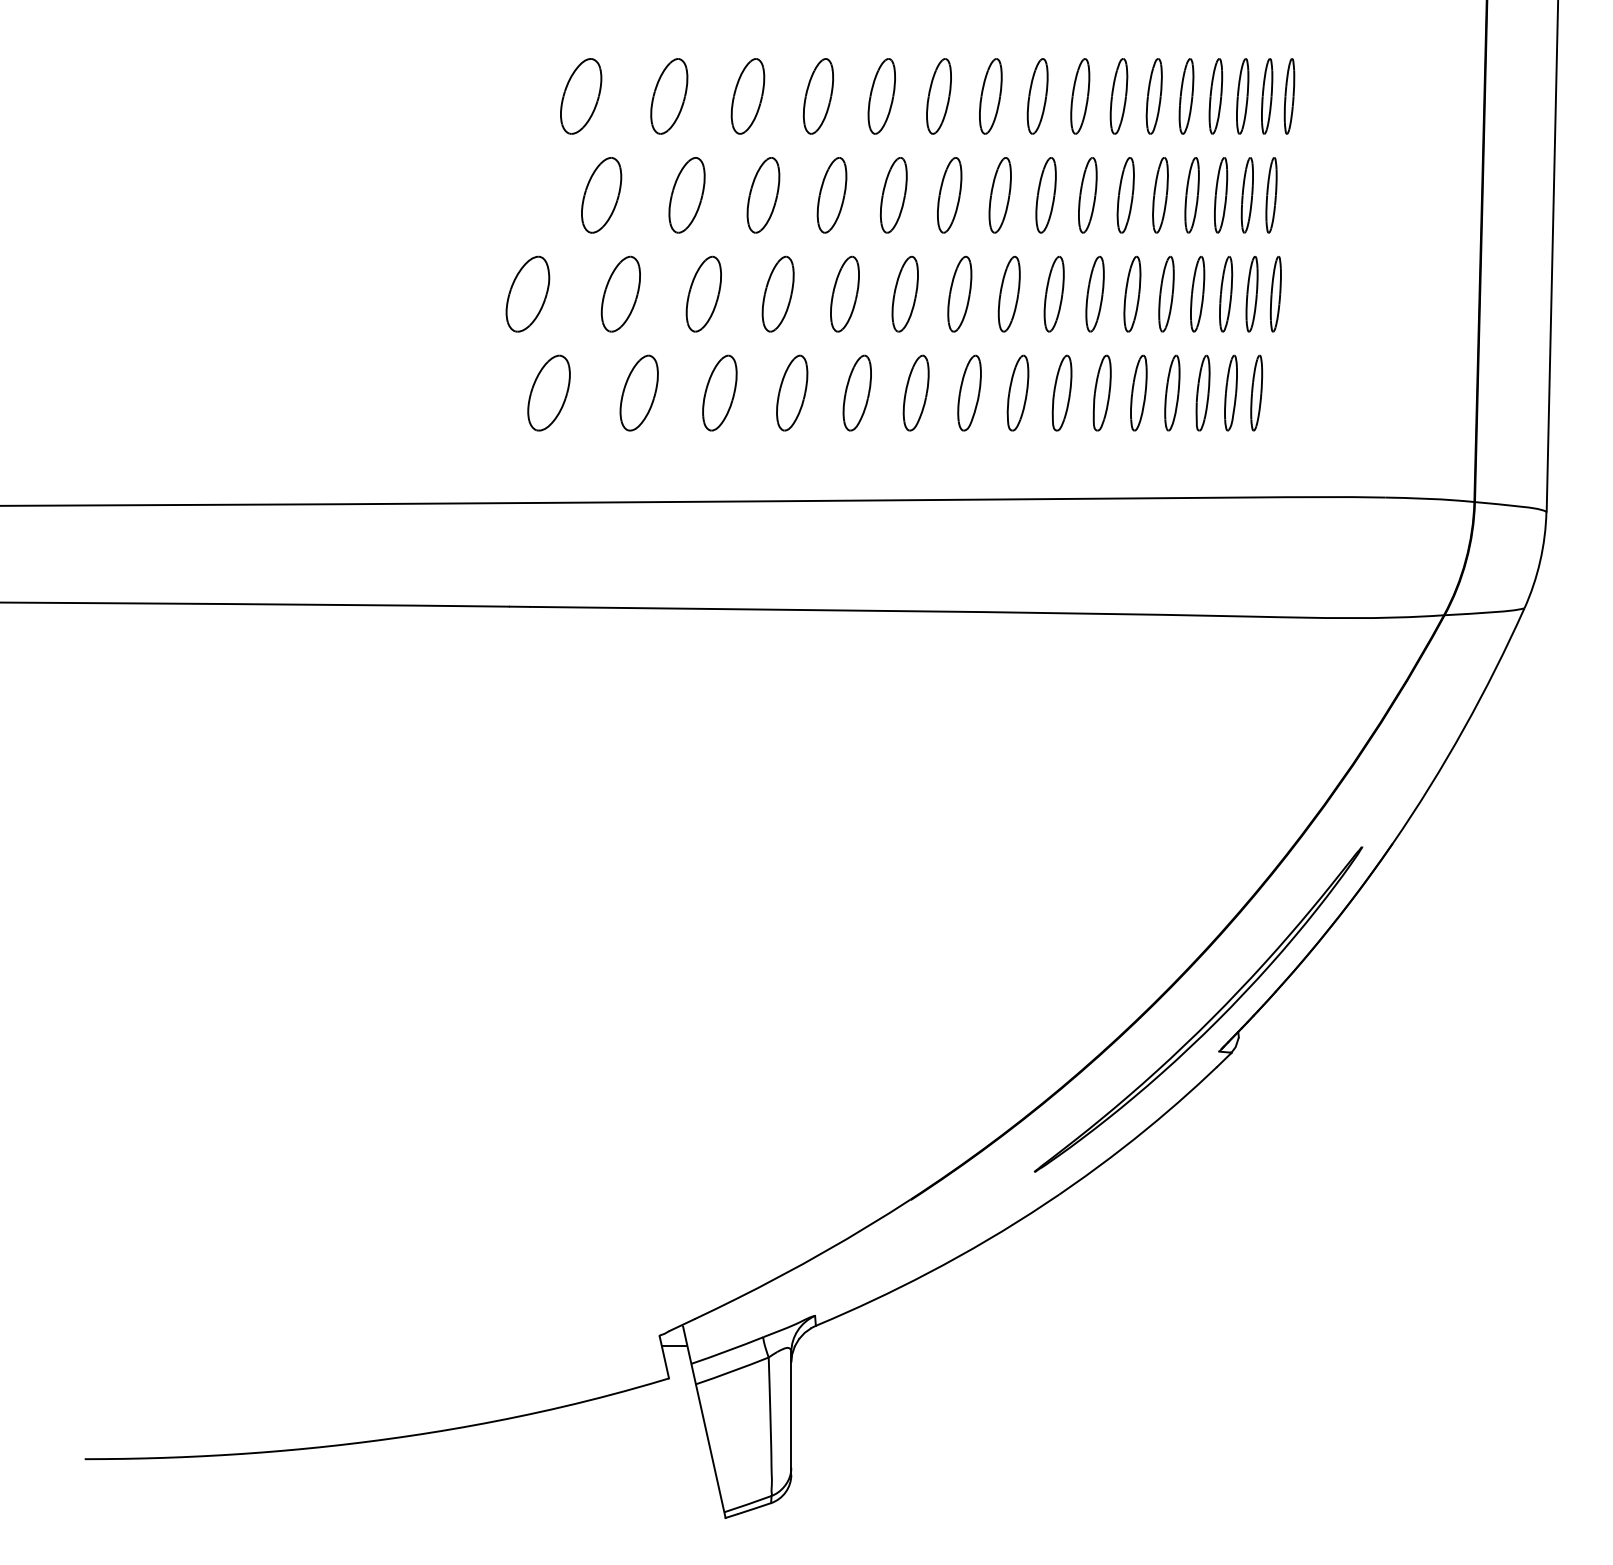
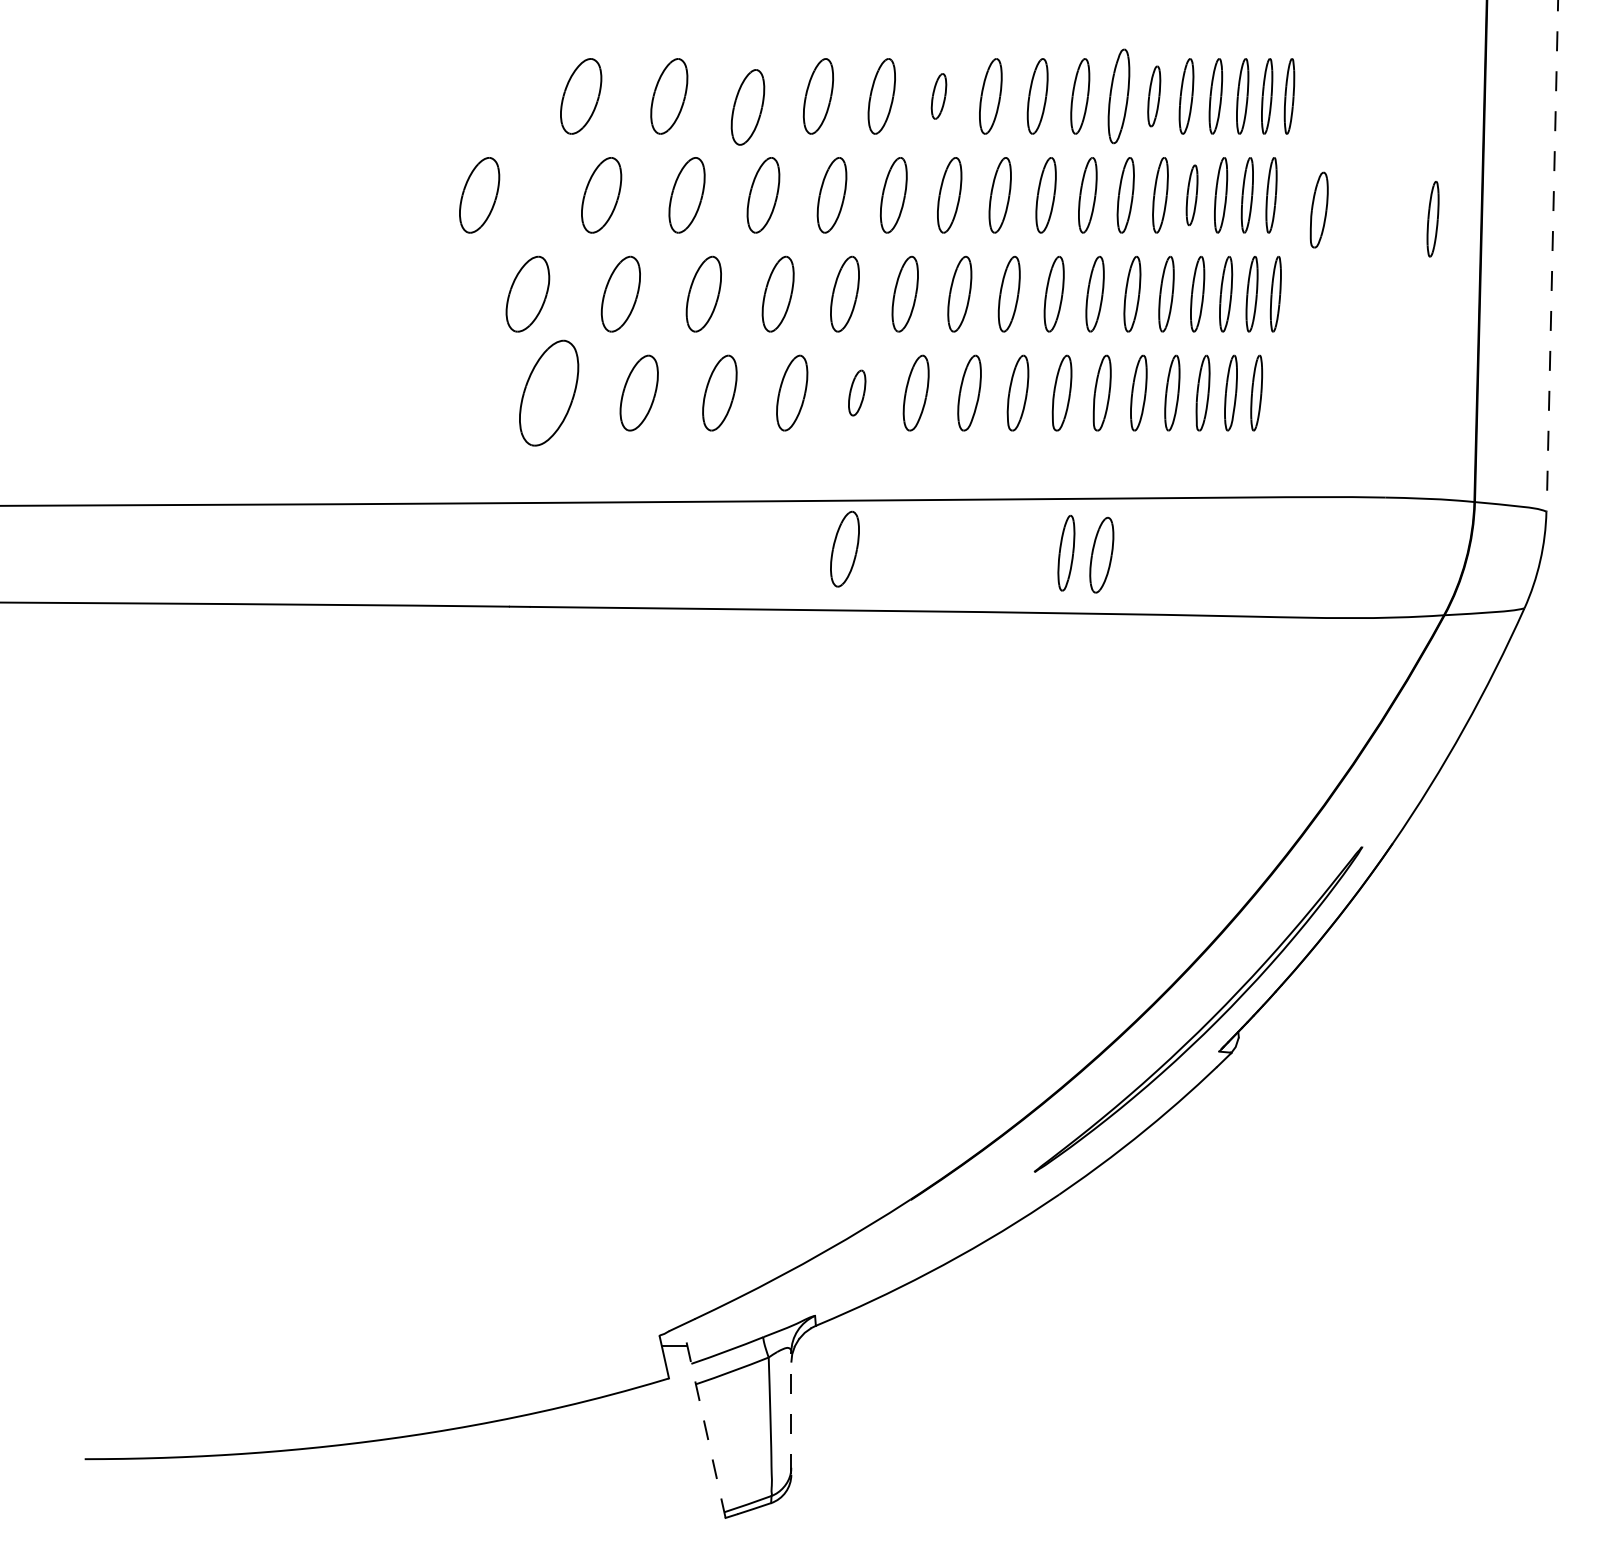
part at (747, 96) position: (747, 96) -> (747, 107)
part at (938, 96) size: 26x77 px -> 18x47 px
part at (1118, 96) size: 20x77 px -> 24x97 px
part at (1153, 96) size: 18x77 px -> 15x63 px
part at (479, 195): none -> present
part at (1191, 195) size: 16x77 px -> 14x63 px
part at (1318, 209): none -> present
part at (1432, 219): none -> present
line at (1552, 256): solid -> dashed
part at (548, 392) size: 44x78 px -> 61x108 px
part at (856, 392) size: 30x78 px -> 19x48 px
part at (844, 548): none -> present
part at (1066, 552): none -> present
part at (1101, 554): none -> present
line at (791, 1413): solid -> dashed
line at (704, 1421): solid -> dashed
